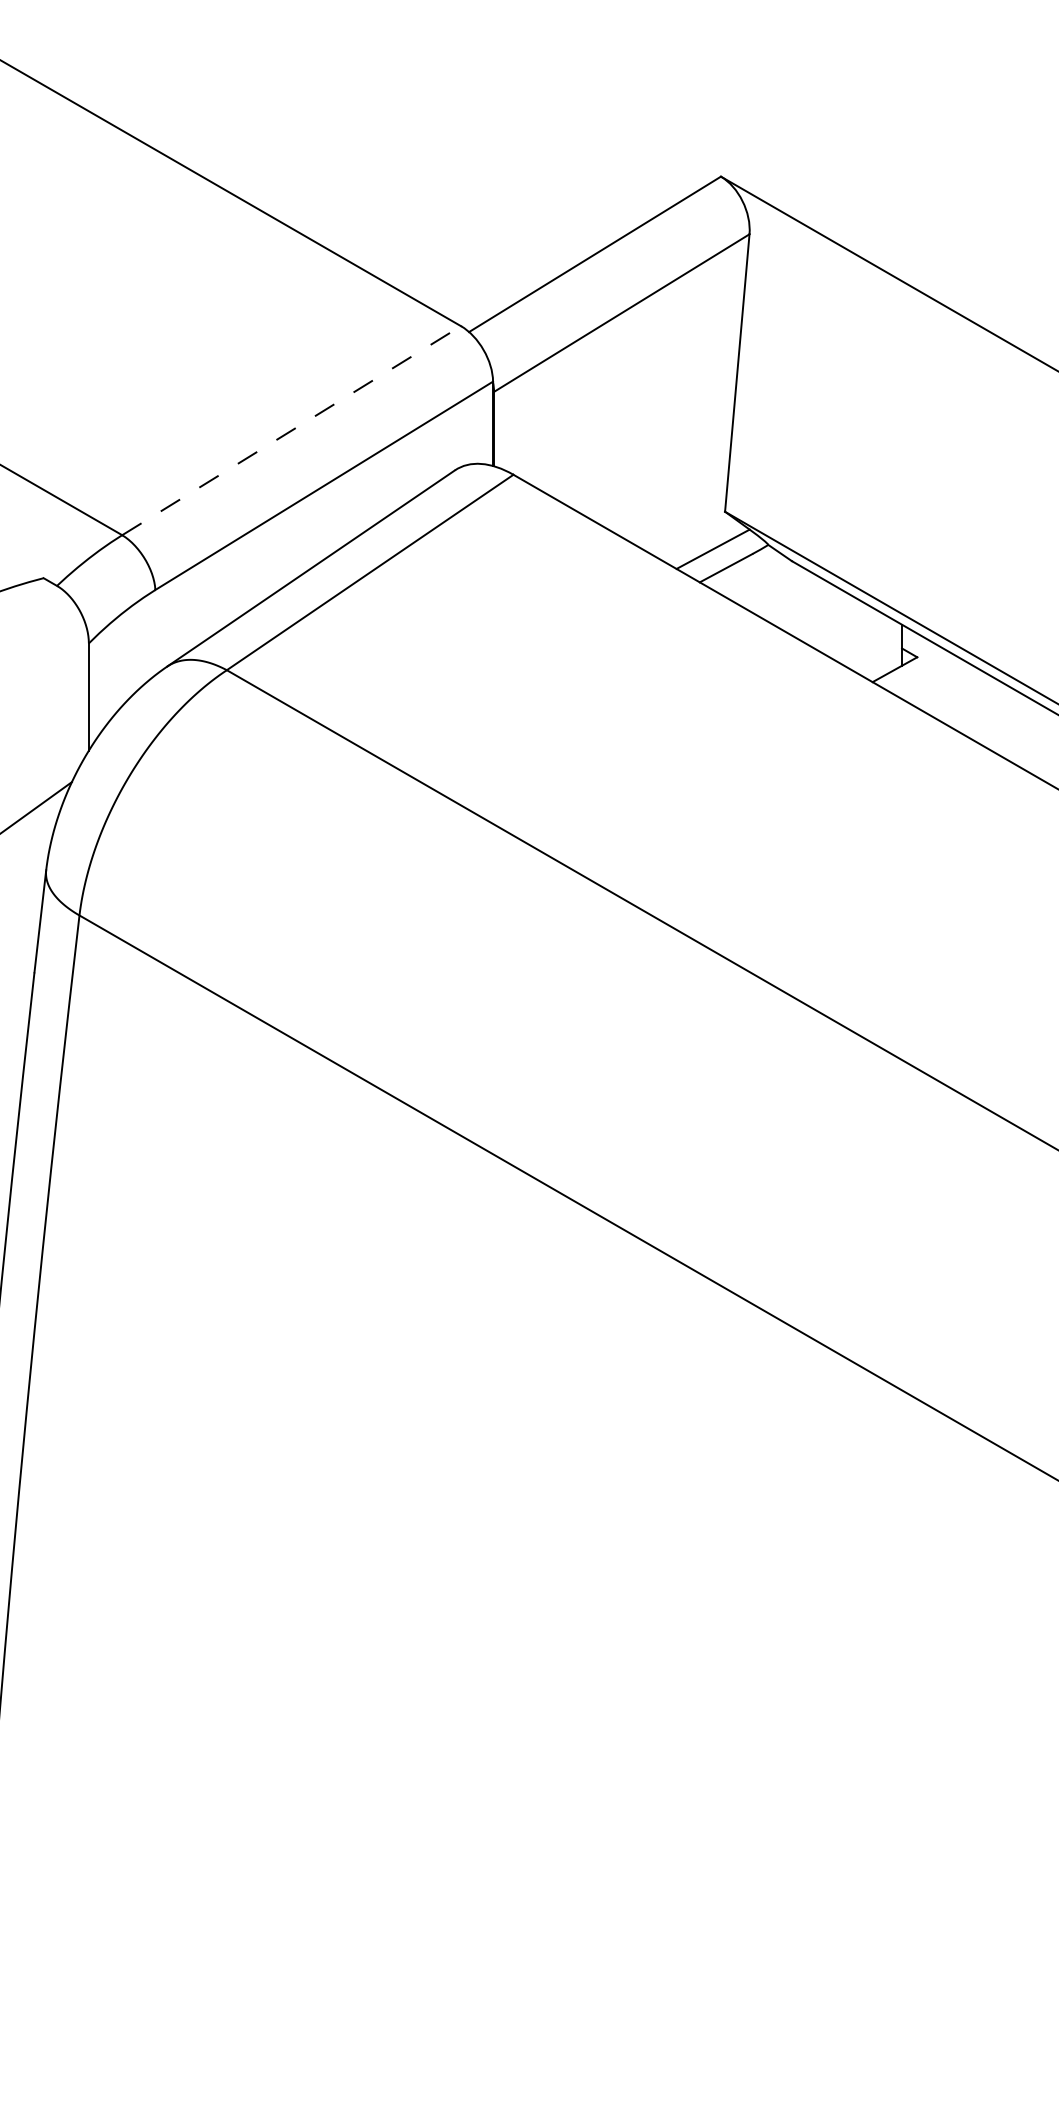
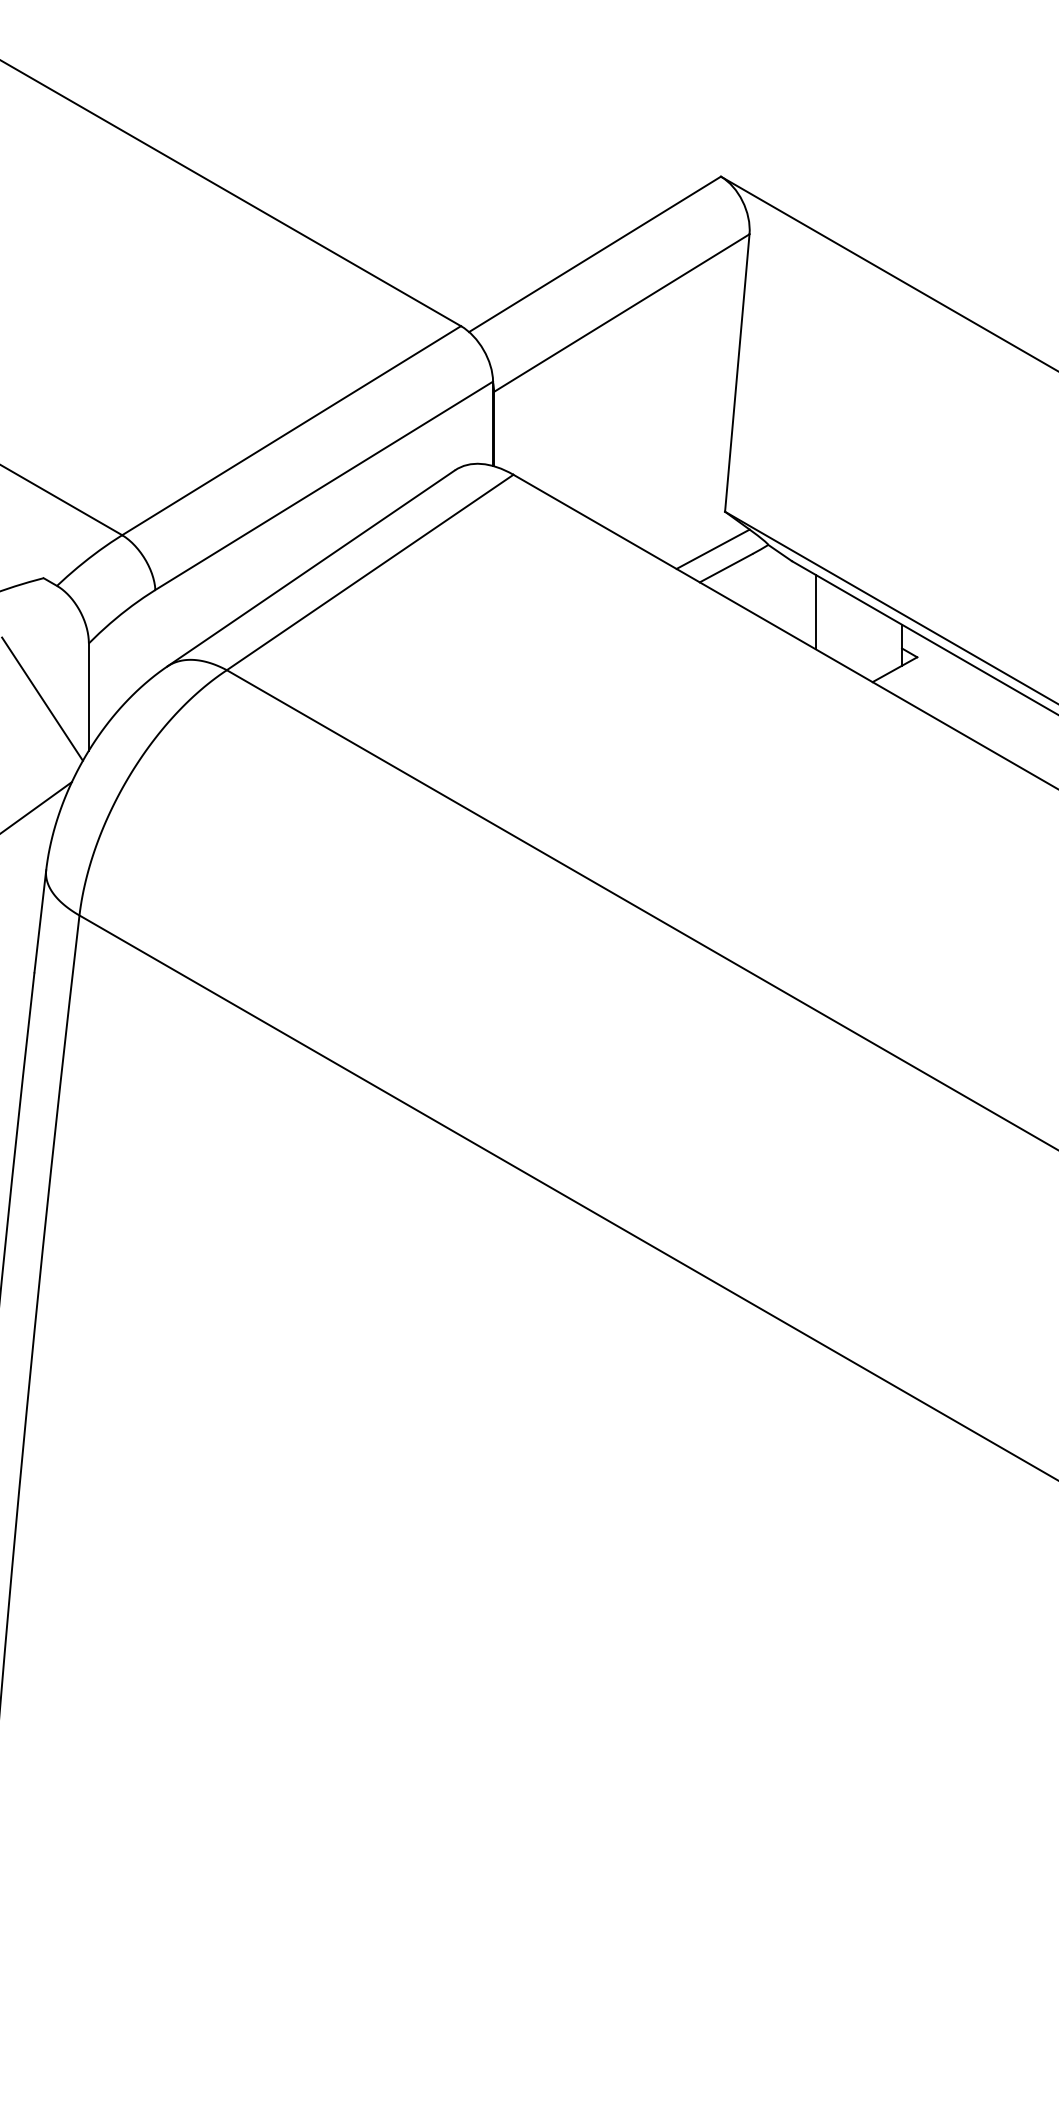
line at (292, 430): dashed -> solid
line at (815, 611): none -> present
line at (42, 698): none -> present
